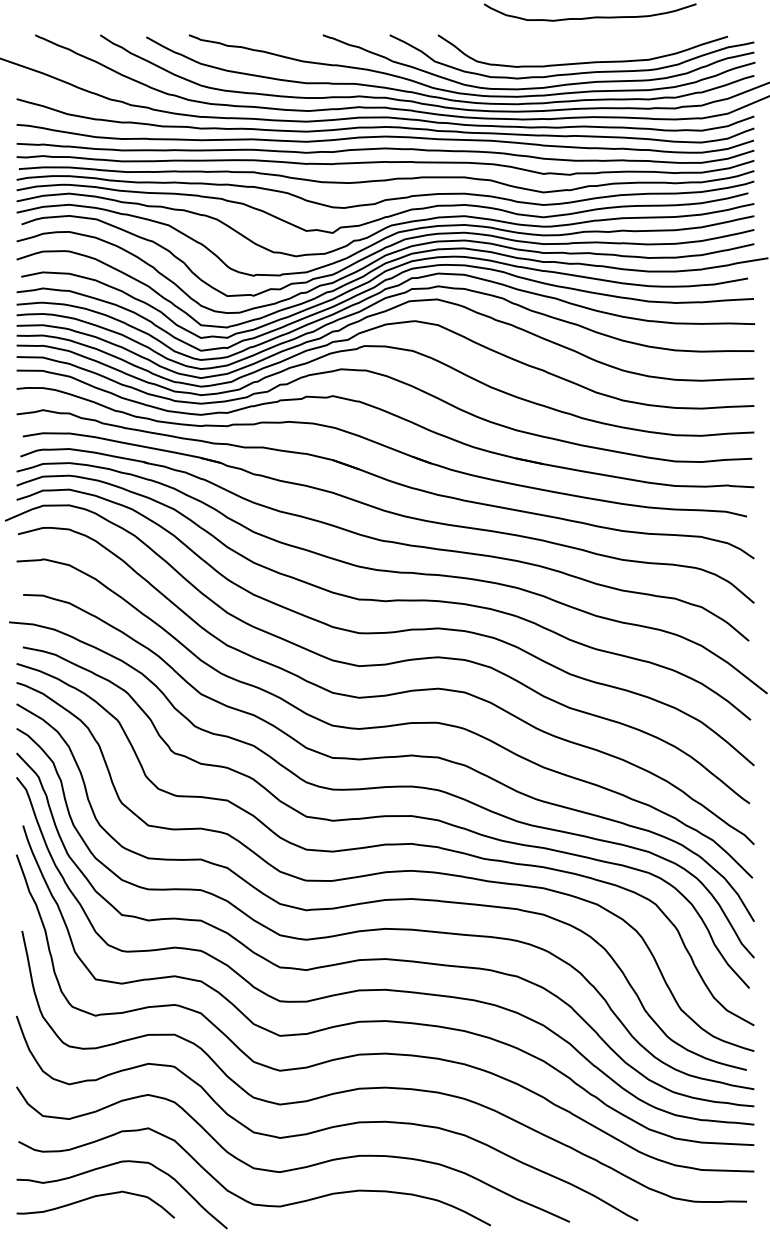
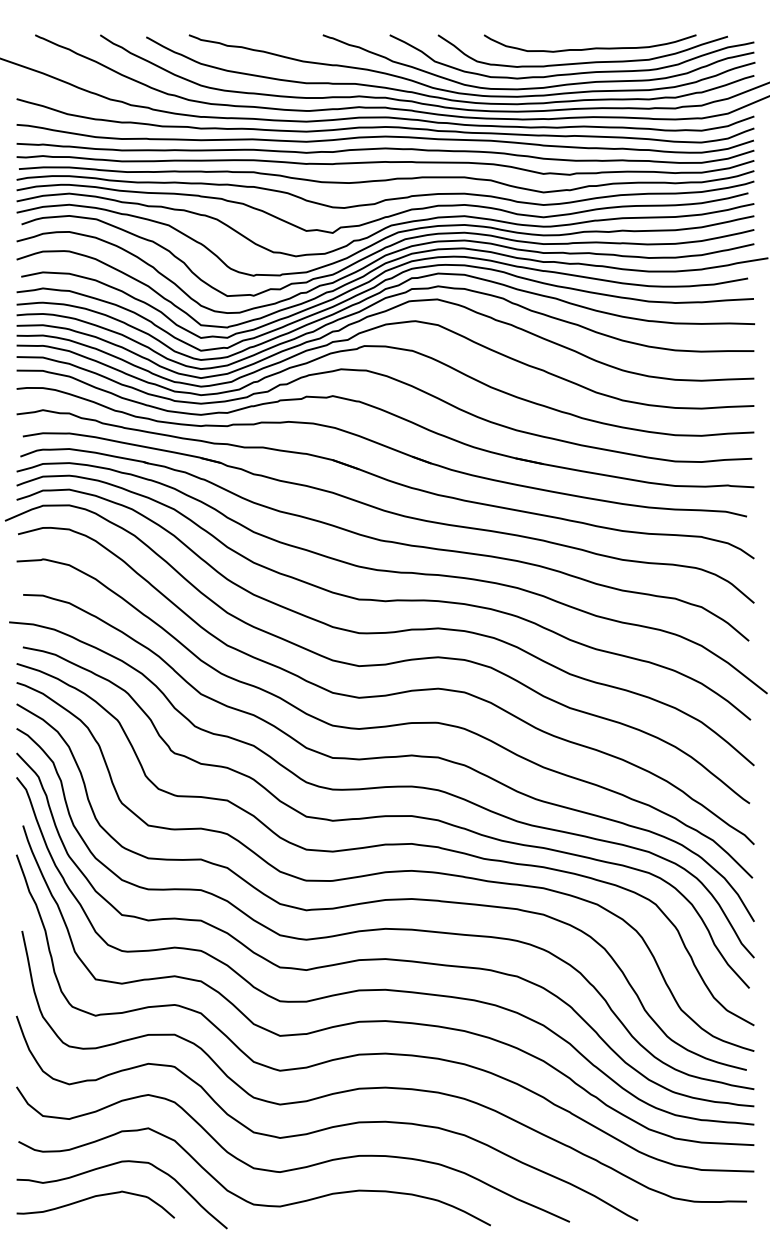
curve at (592, 16) position: (592, 16) -> (592, 47)
